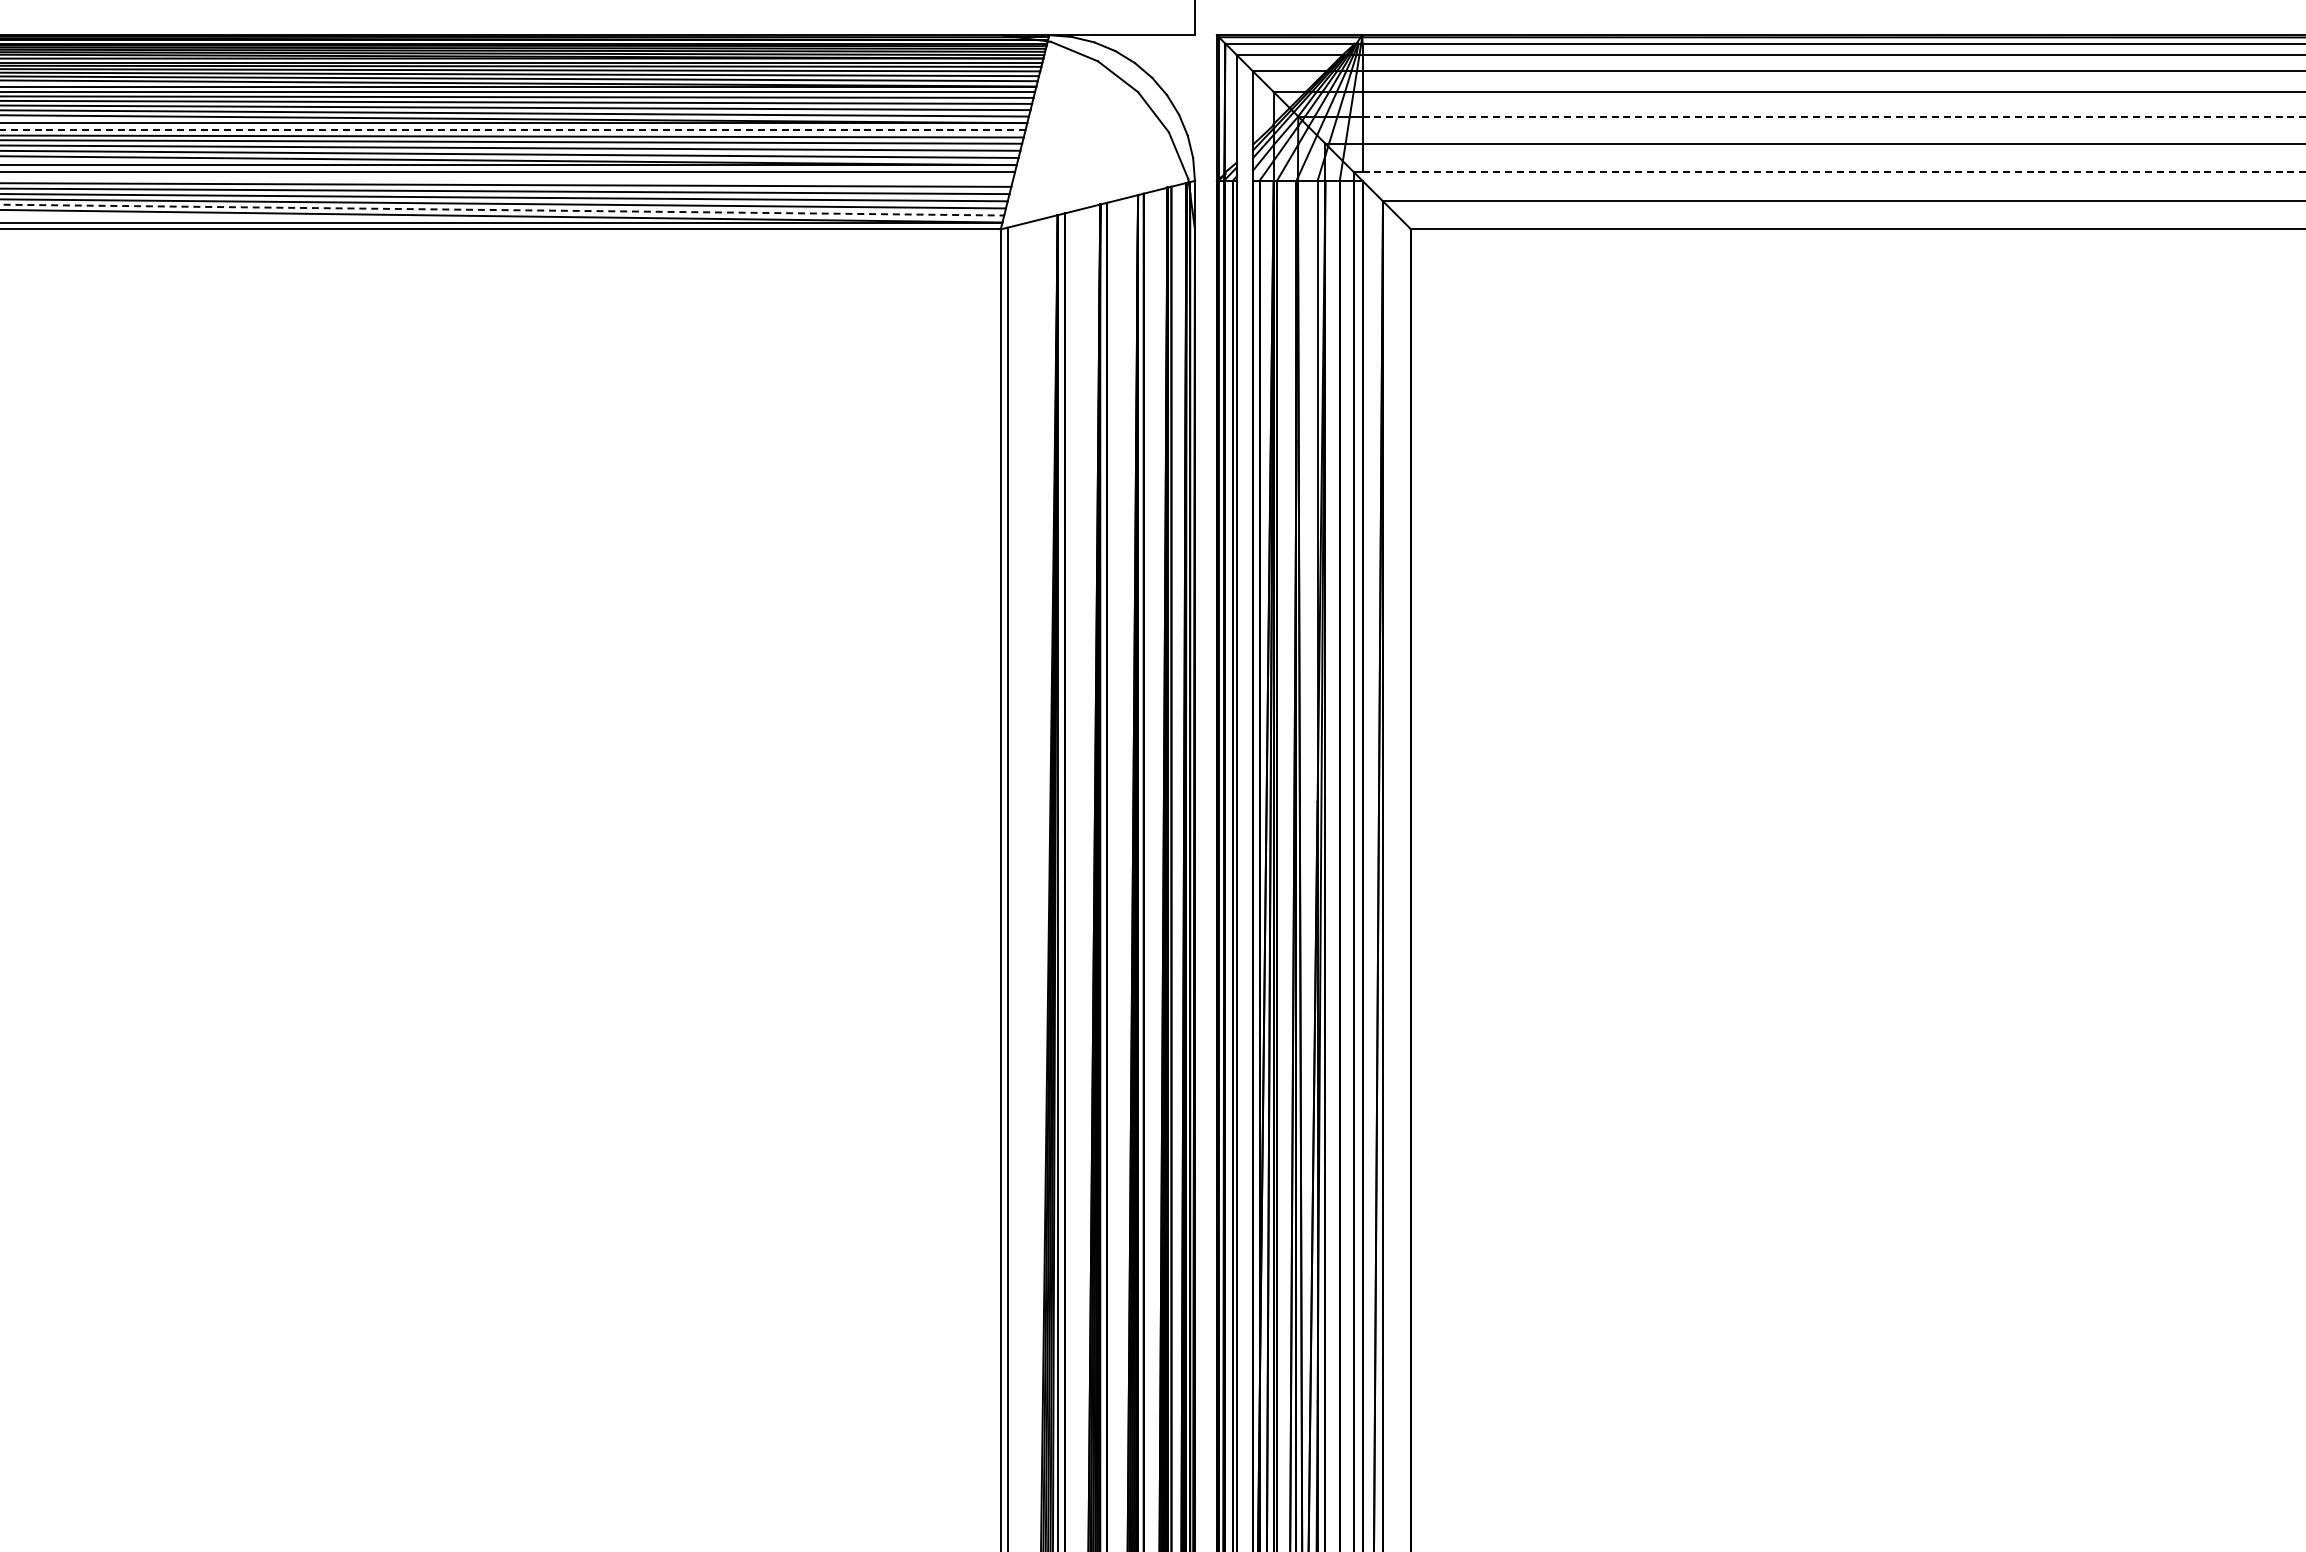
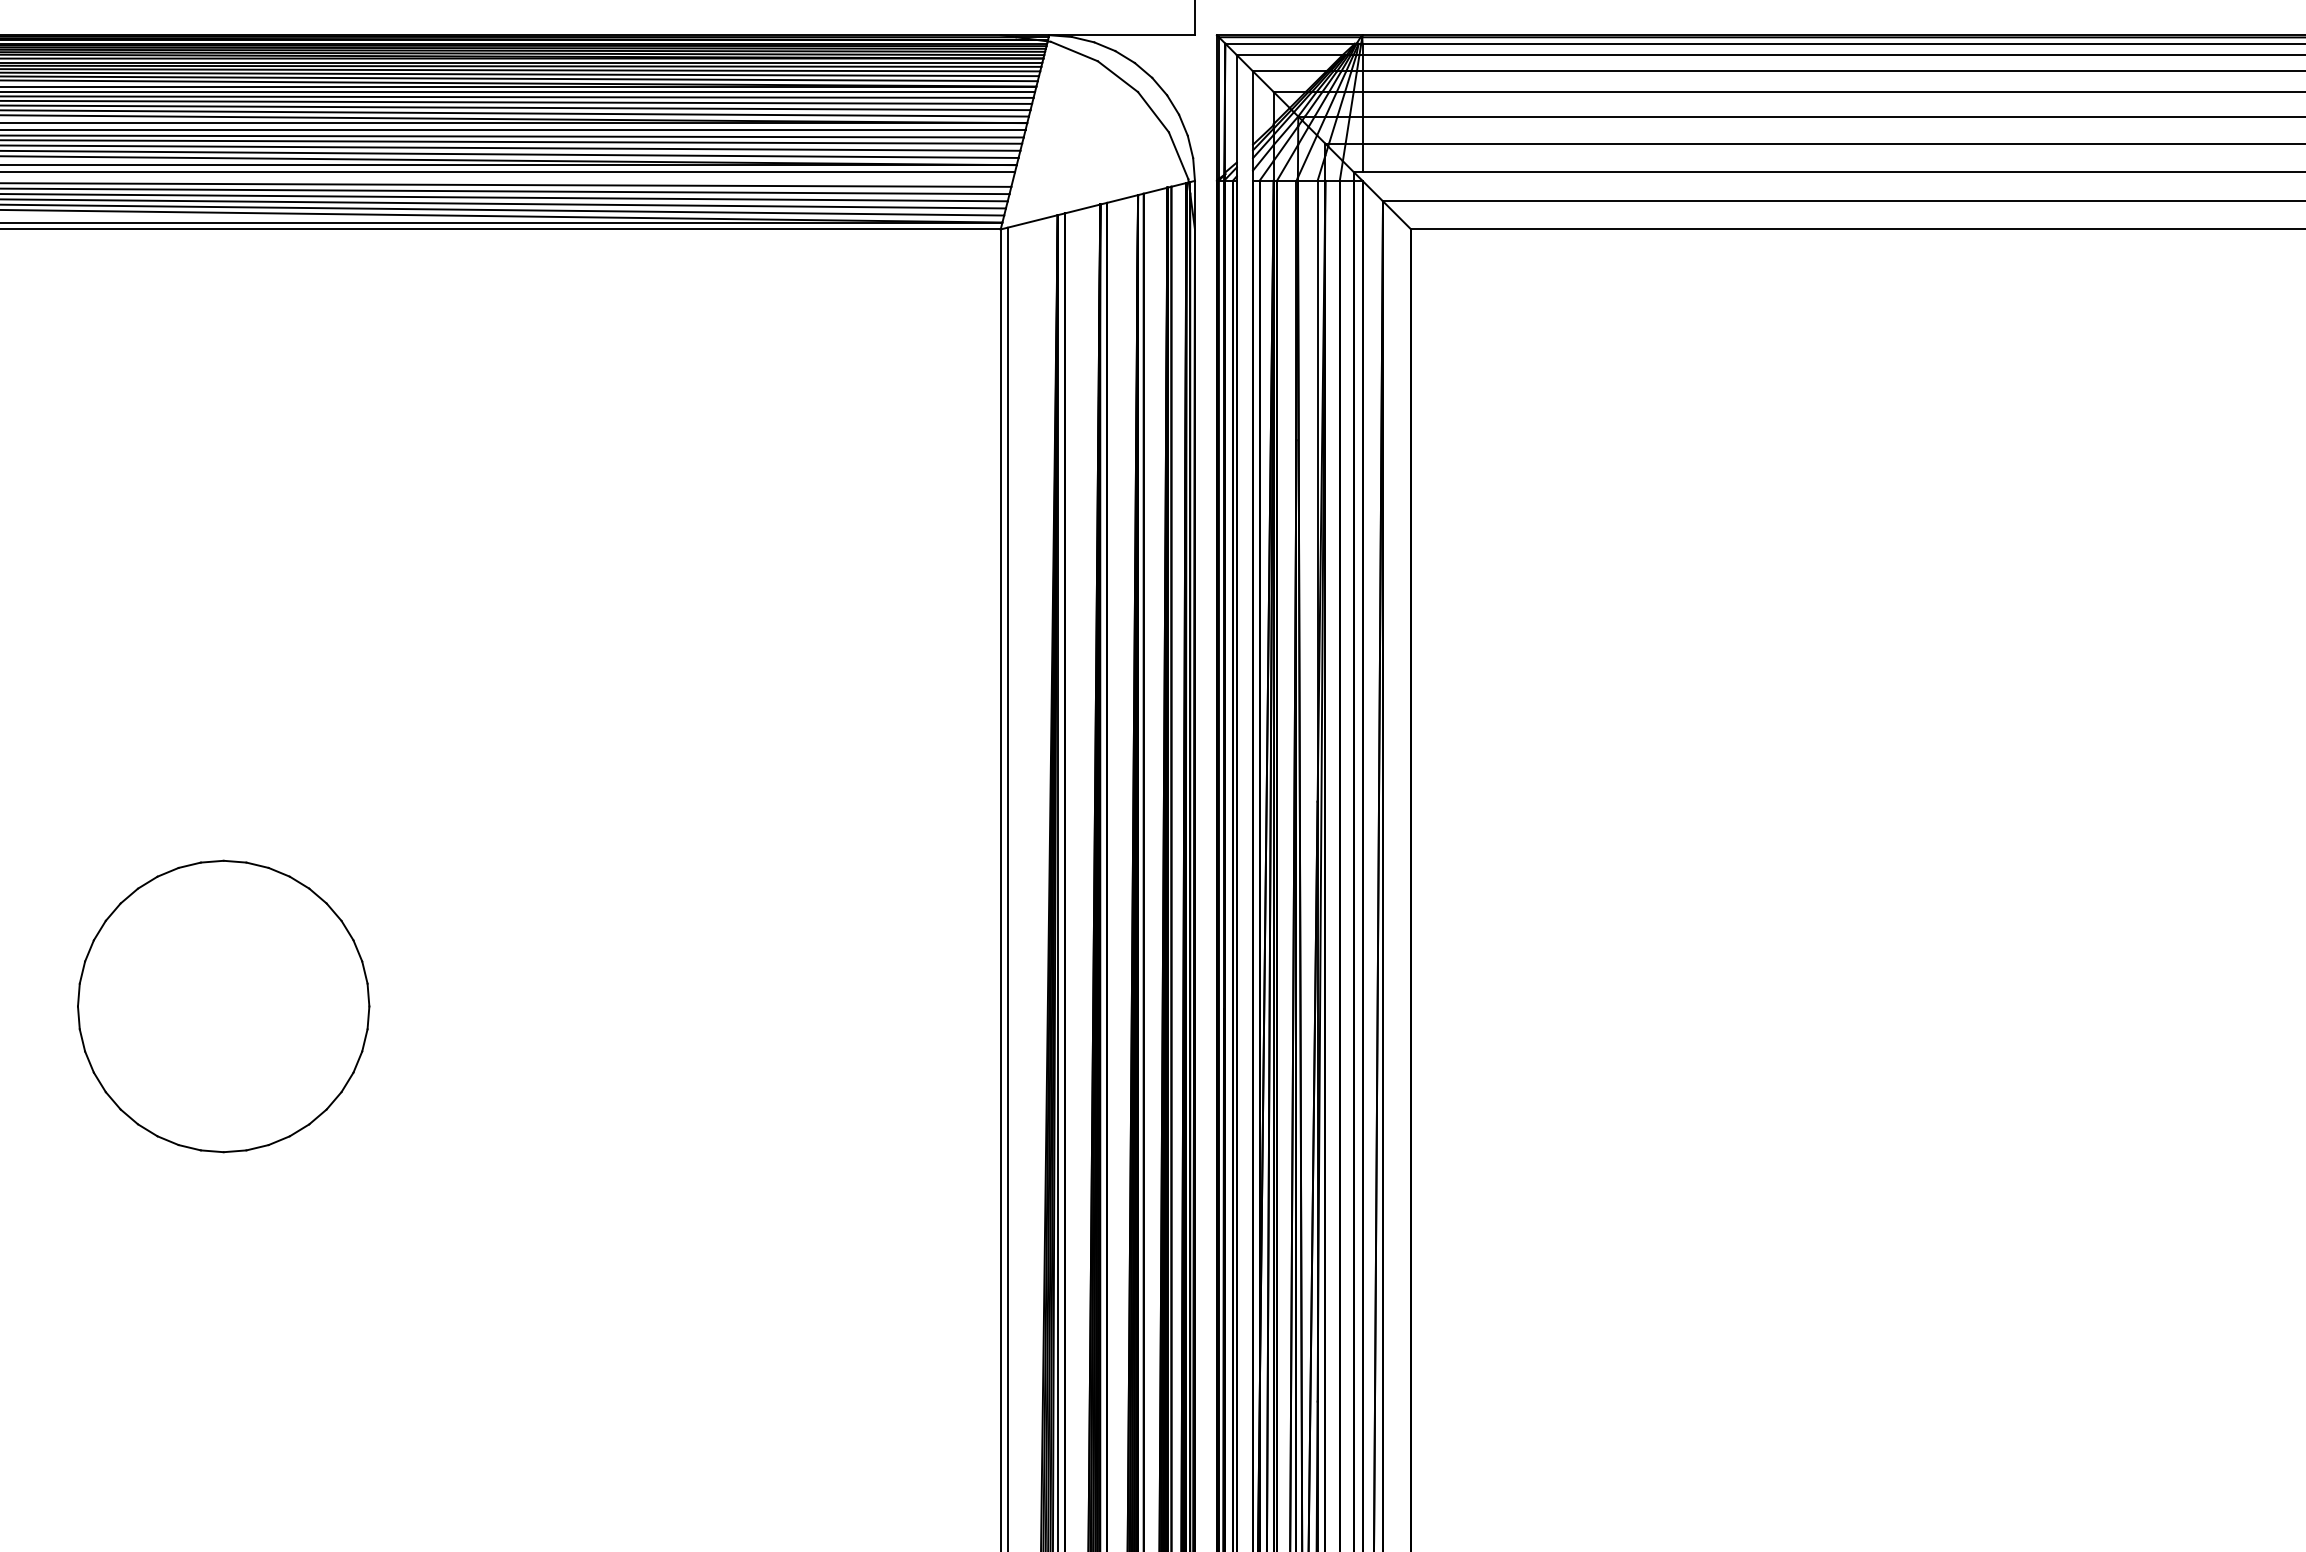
line at (1834, 116): dashed -> solid
line at (512, 129): dashed -> solid
line at (1834, 172): dashed -> solid
line at (502, 210): dashed -> solid
part at (223, 1006): none -> present
